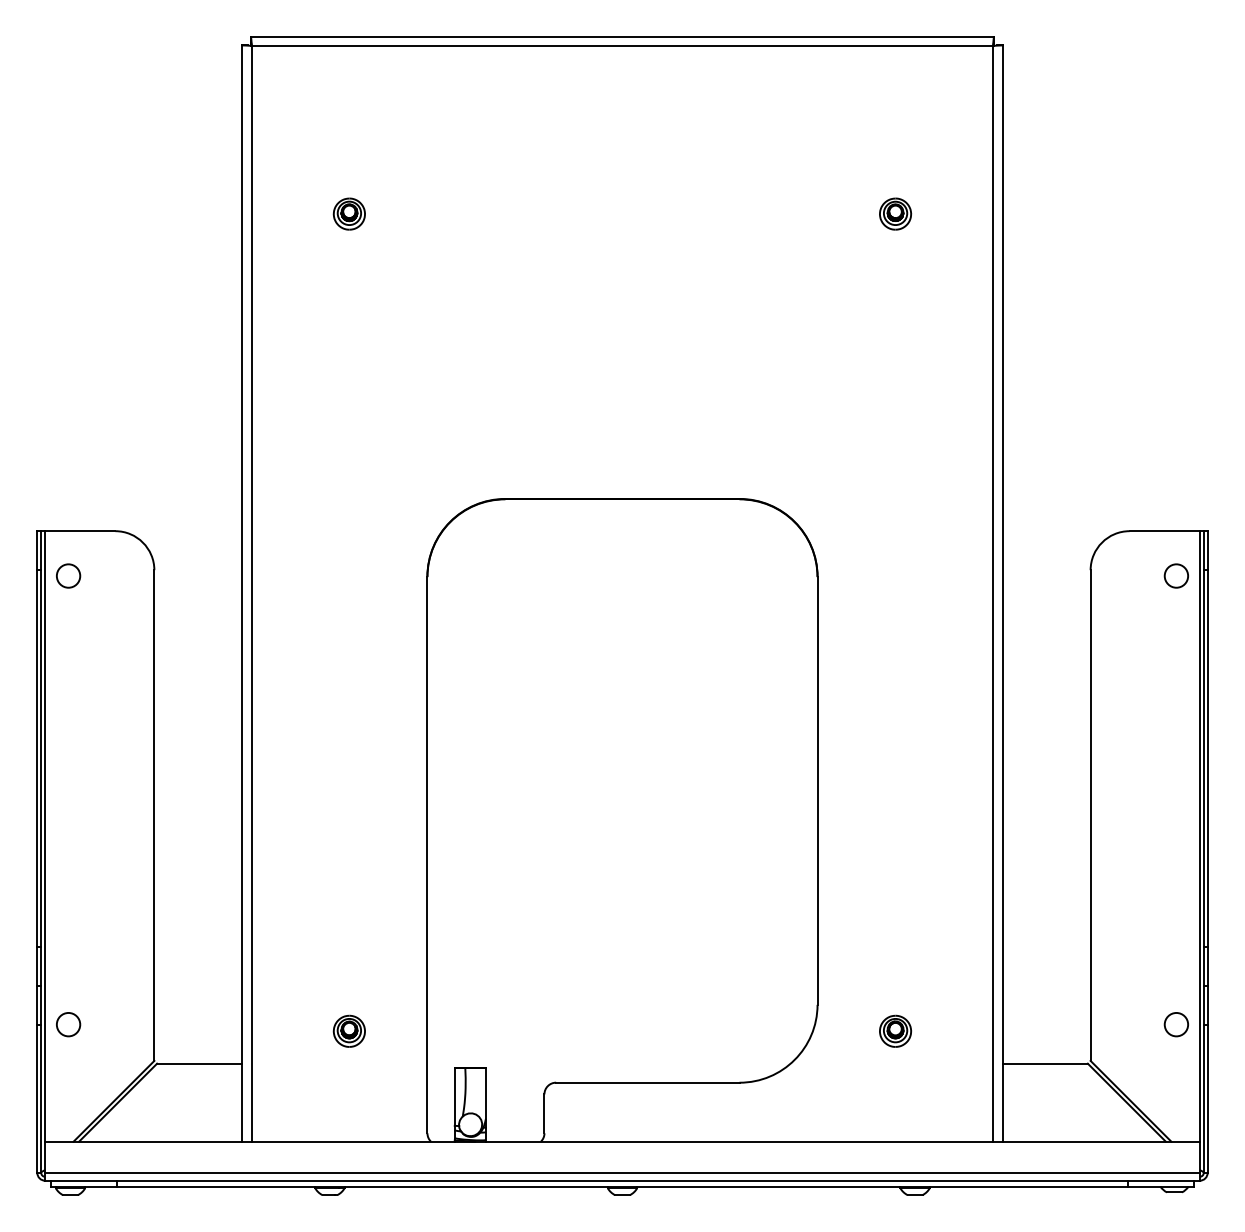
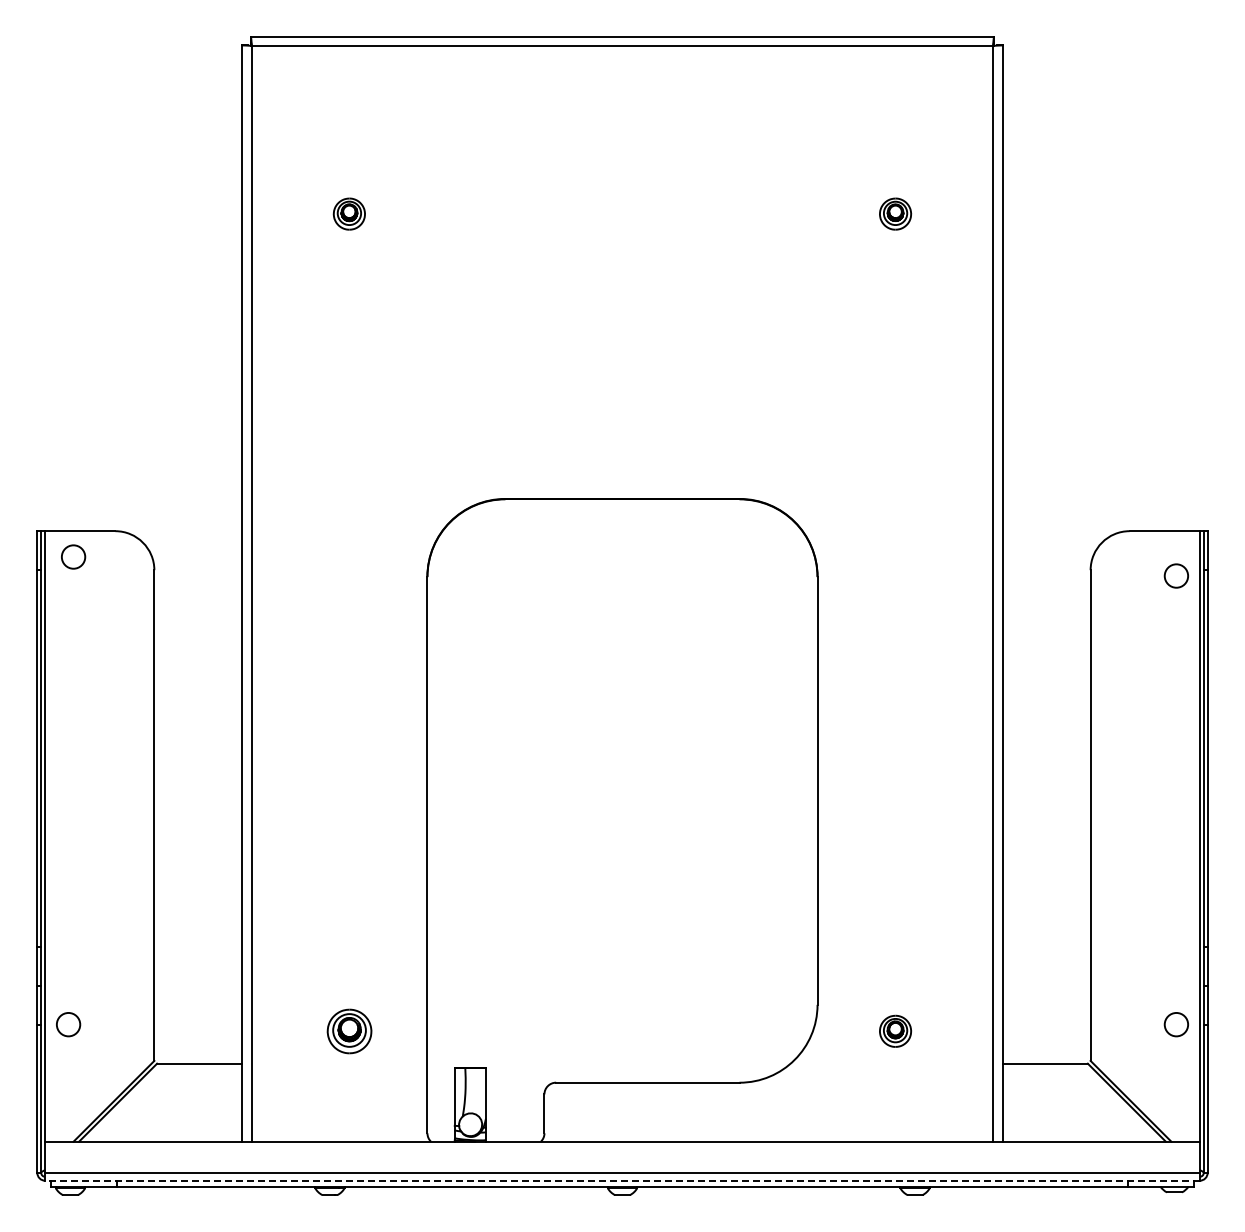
circle at (68, 575) position: (68, 575) -> (73, 556)
part at (348, 1030) size: 34x34 px -> 47x47 px
line at (622, 1180): solid -> dashed
